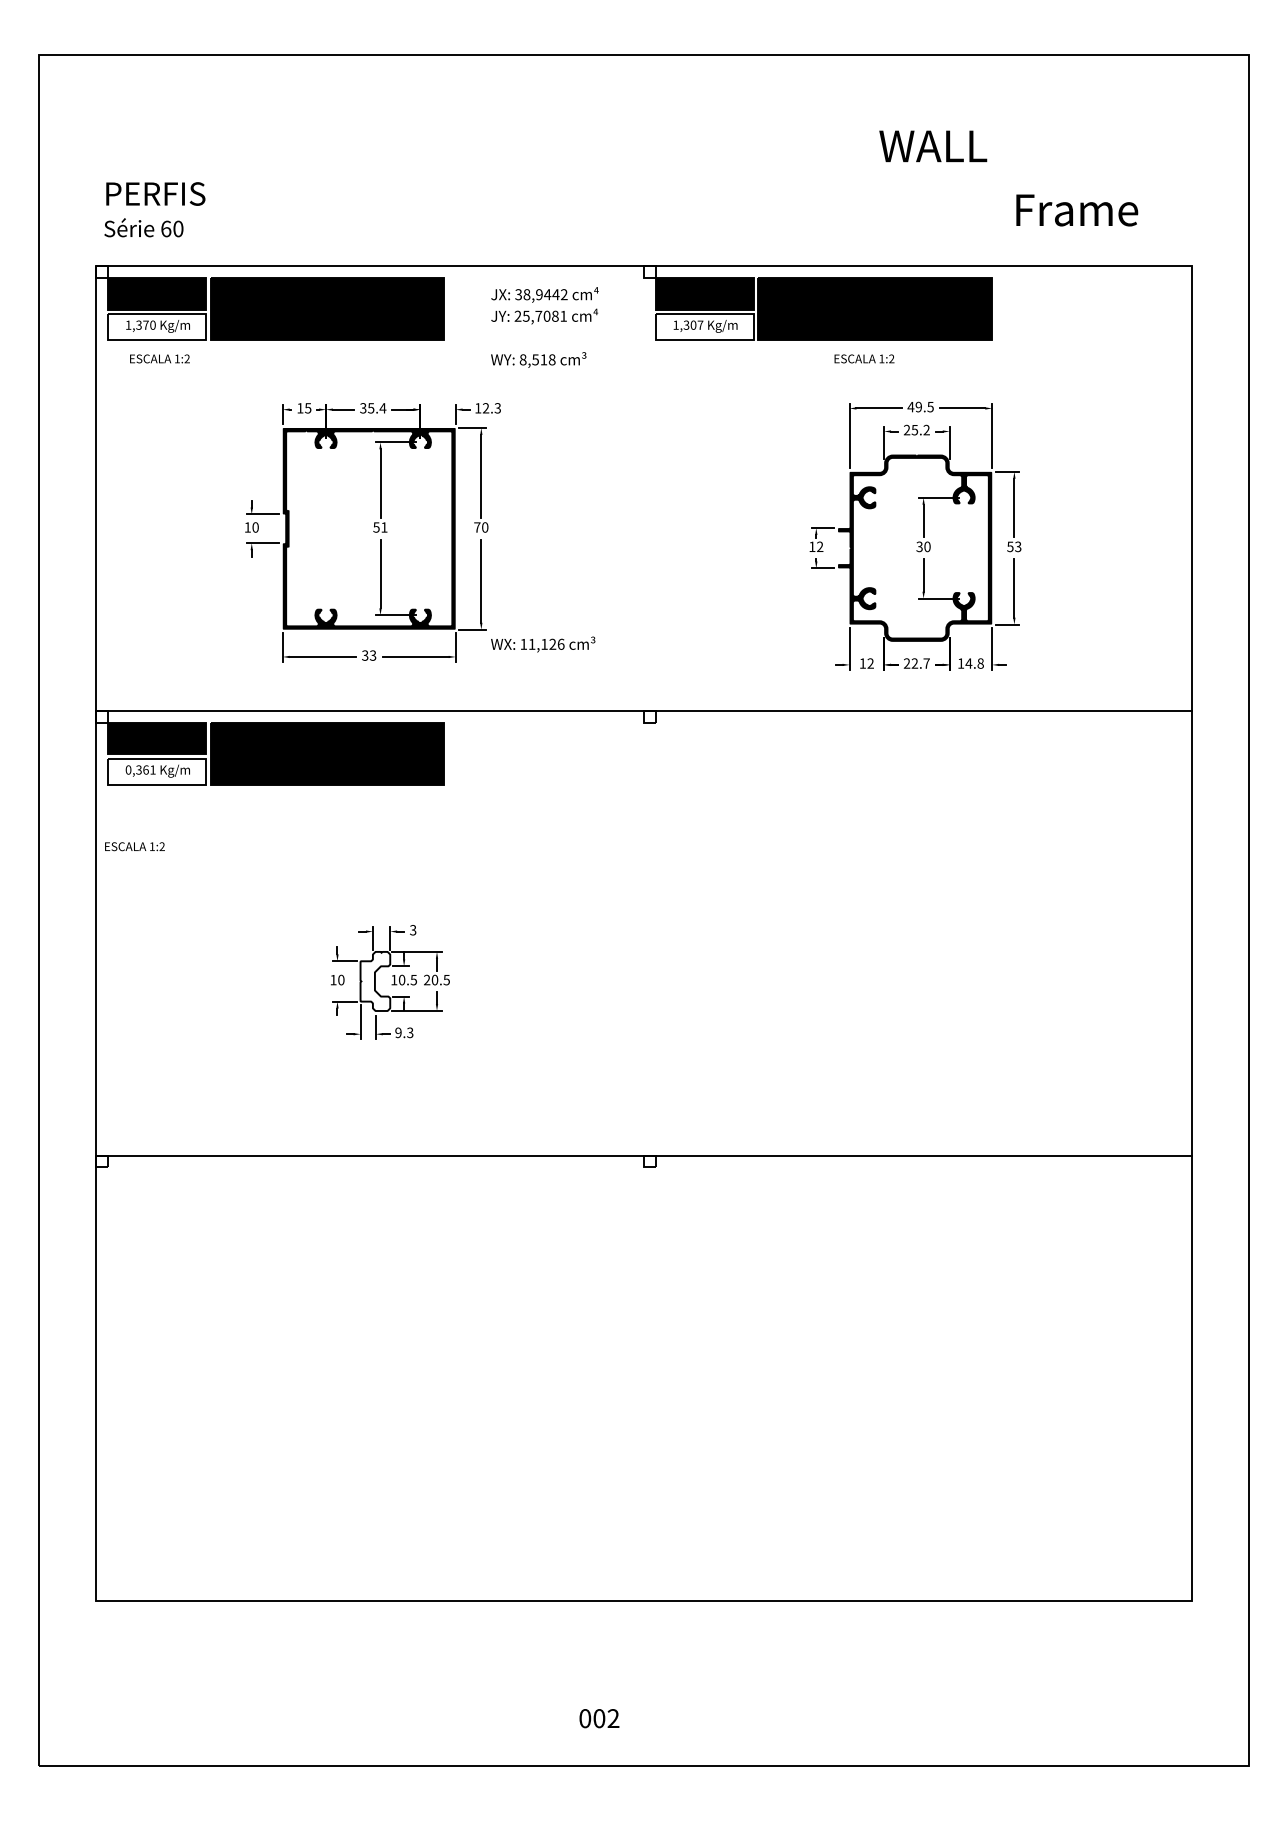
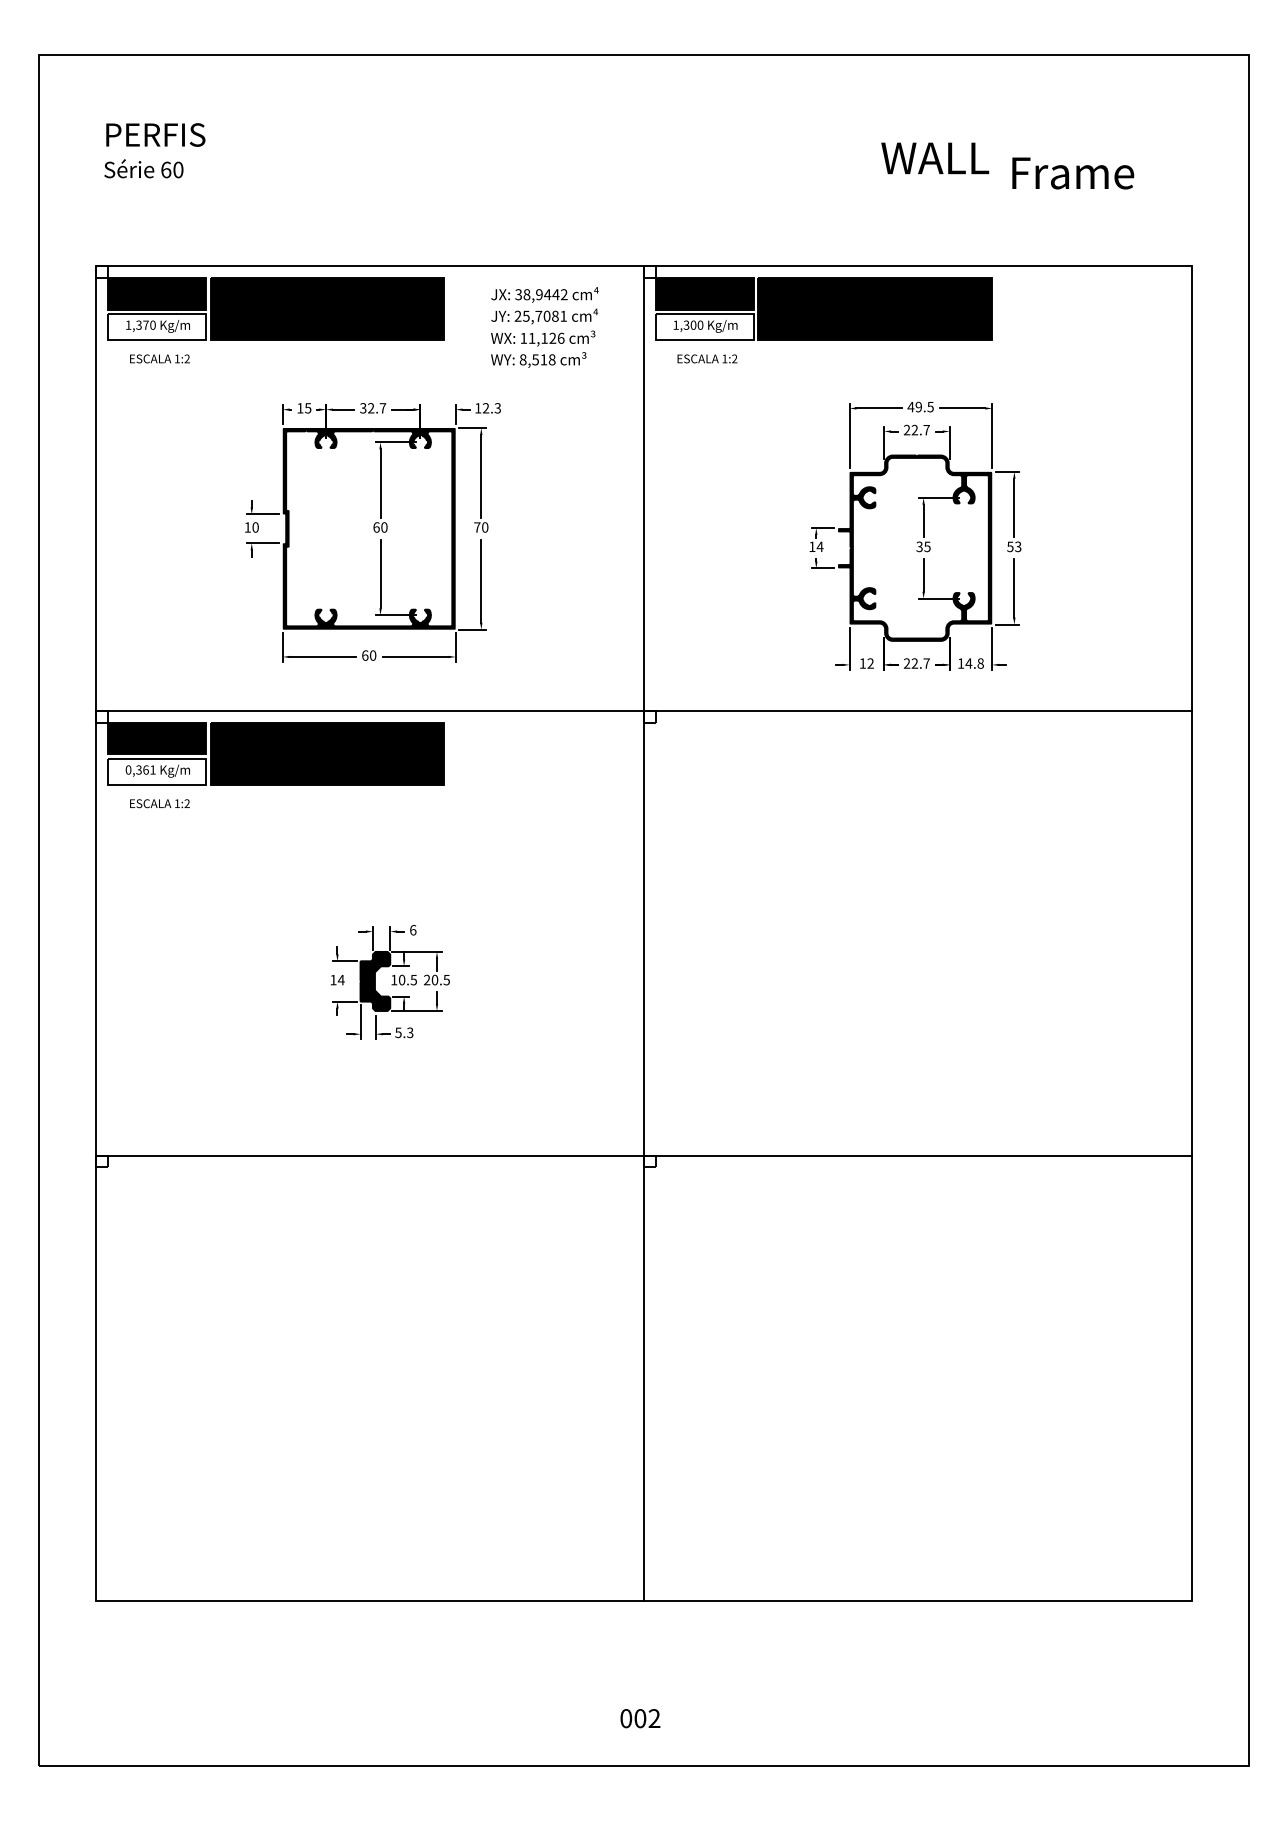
text at (933, 146) position: (933, 146) -> (935, 158)
text at (154, 209) position: (154, 209) -> (154, 150)
text at (1077, 210) position: (1077, 210) -> (1073, 173)
text at (700, 324): 1,307 -> 1,300
text at (864, 358) position: (864, 358) -> (707, 358)
text at (377, 408): 35.4 -> 32.7
text at (920, 429): 25.2 -> 22.7
text at (380, 527): 51 -> 60
text at (819, 546): 12 -> 14
text at (927, 546): 30 -> 35
text at (543, 644) position: (543, 644) -> (543, 338)
text at (369, 655): 33 -> 60
text at (134, 846) position: (134, 846) -> (159, 803)
text at (413, 930): 3 -> 6
line at (643, 933): none -> present
text at (340, 979): 10 -> 14
fill at (375, 980): none -> present
text at (398, 1032): 9.3 -> 5.3
text at (599, 1718) position: (599, 1718) -> (640, 1718)
